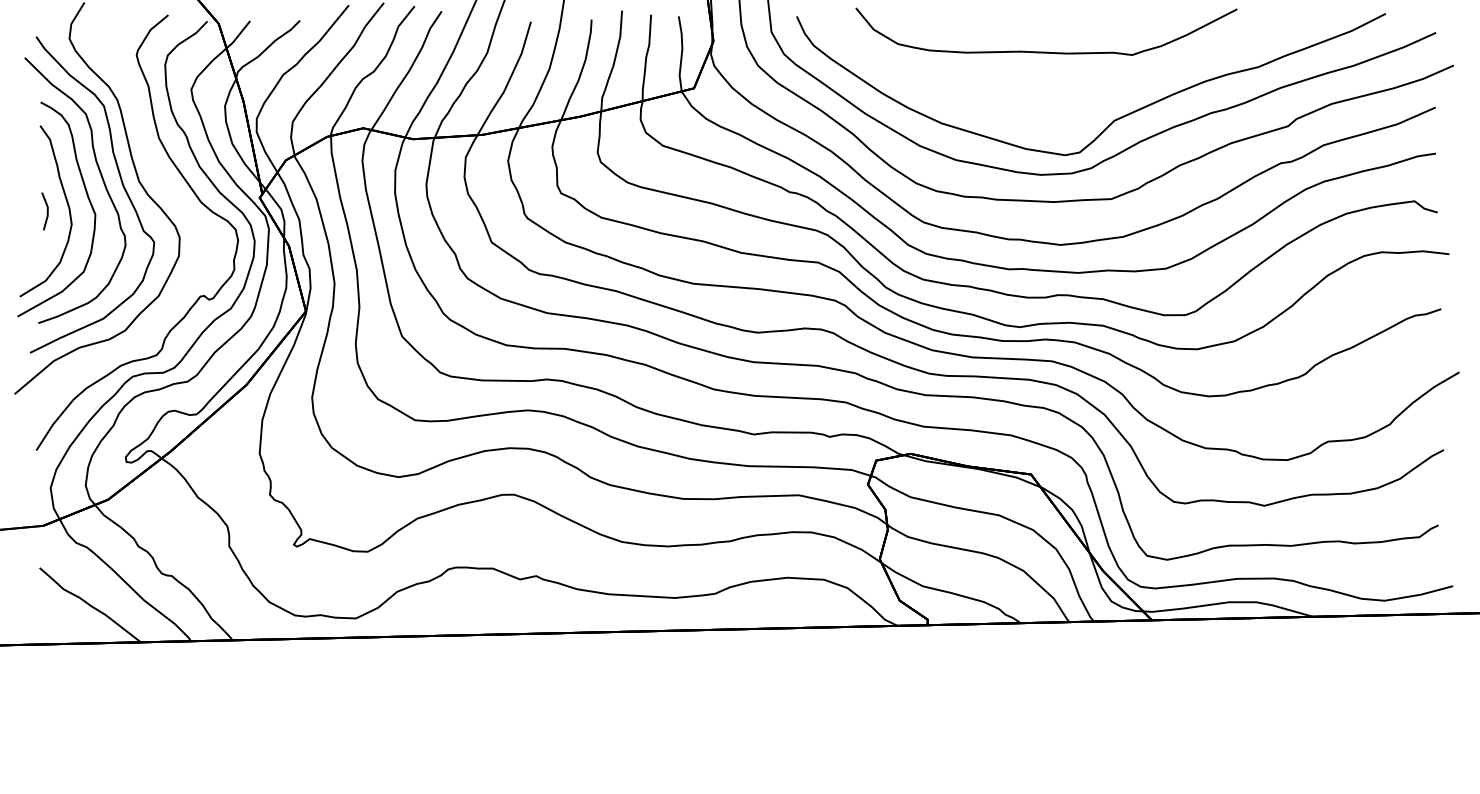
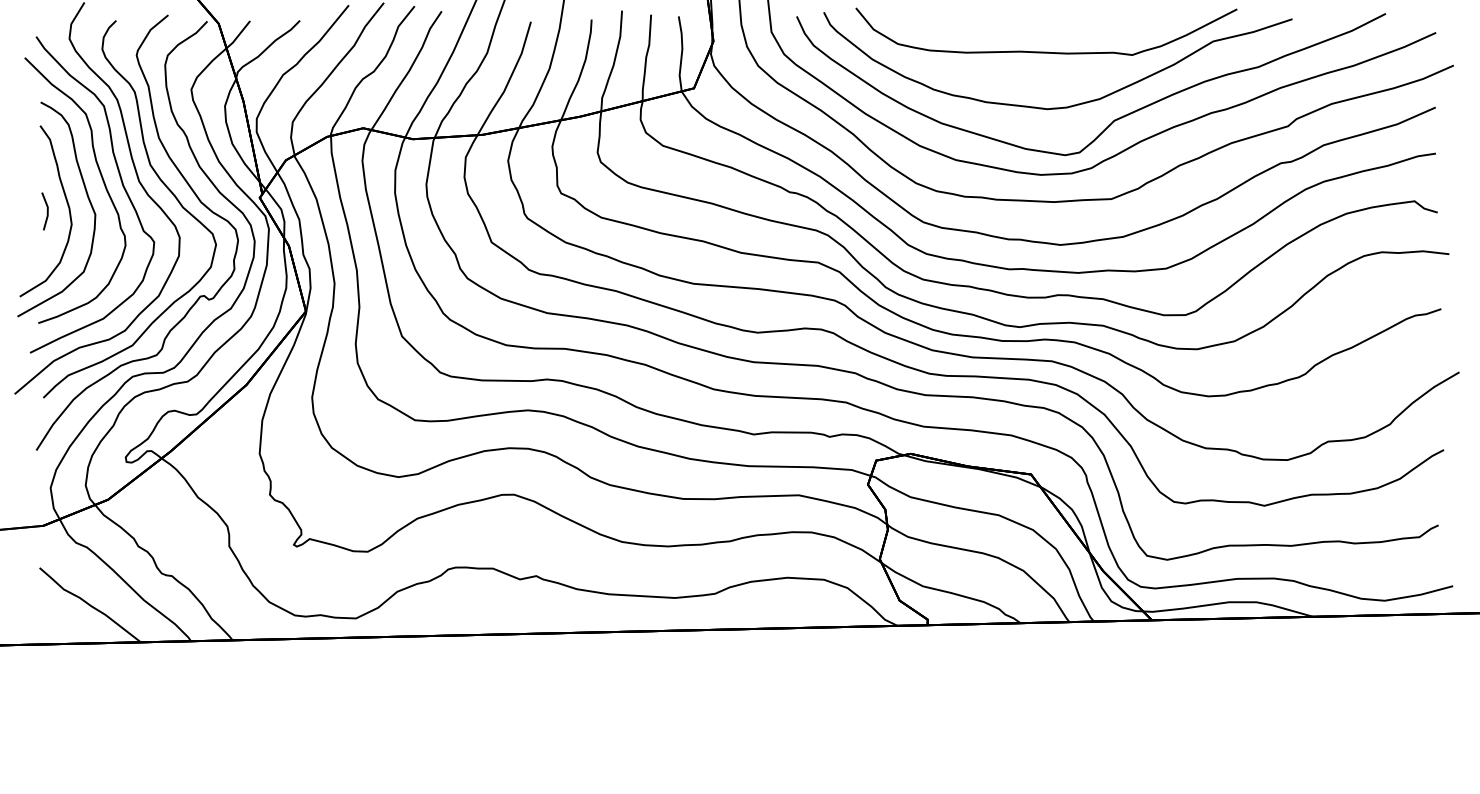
curve at (1064, 106): none -> present
curve at (160, 181): none -> present
